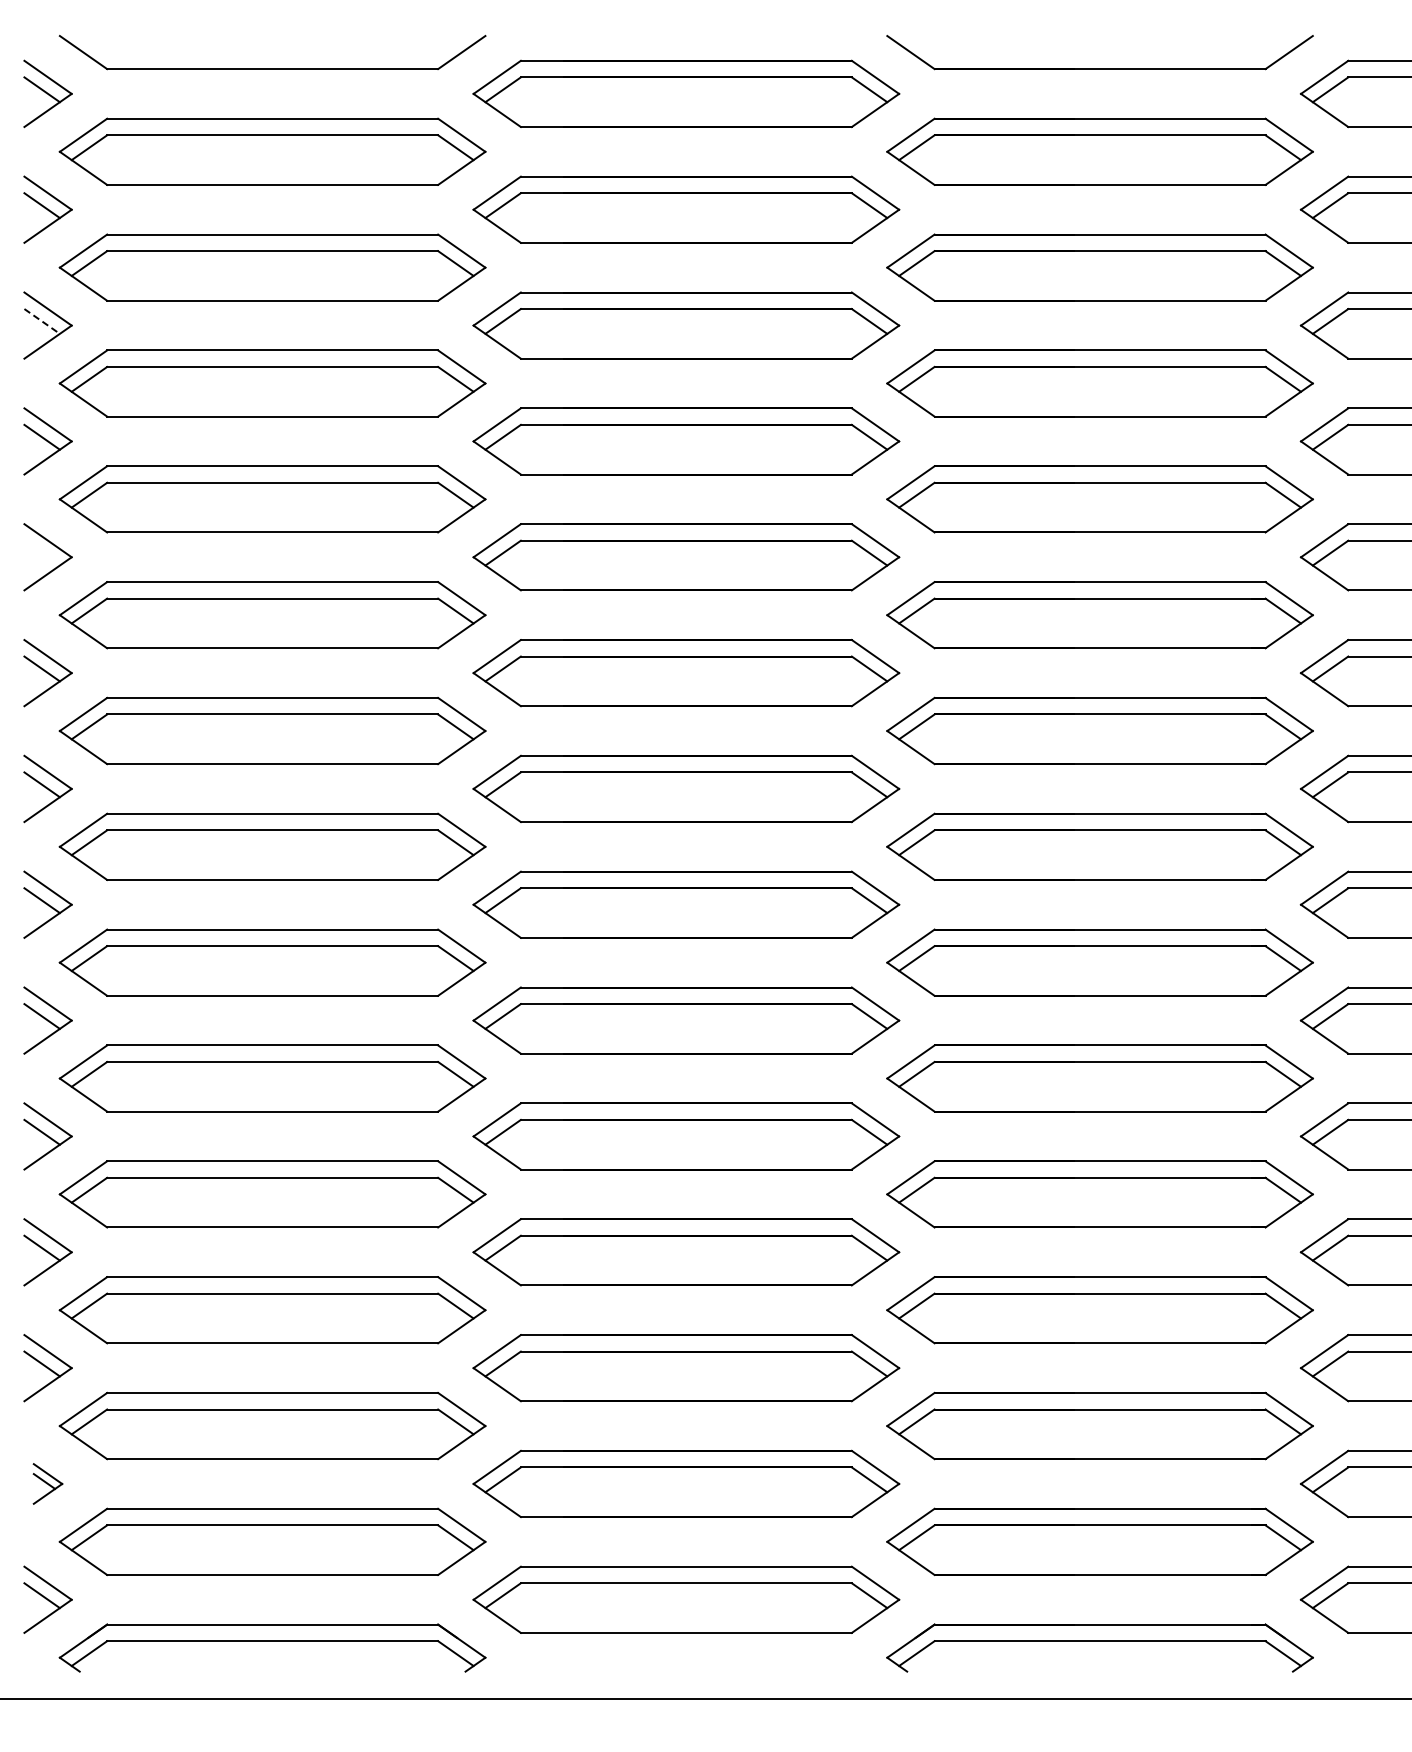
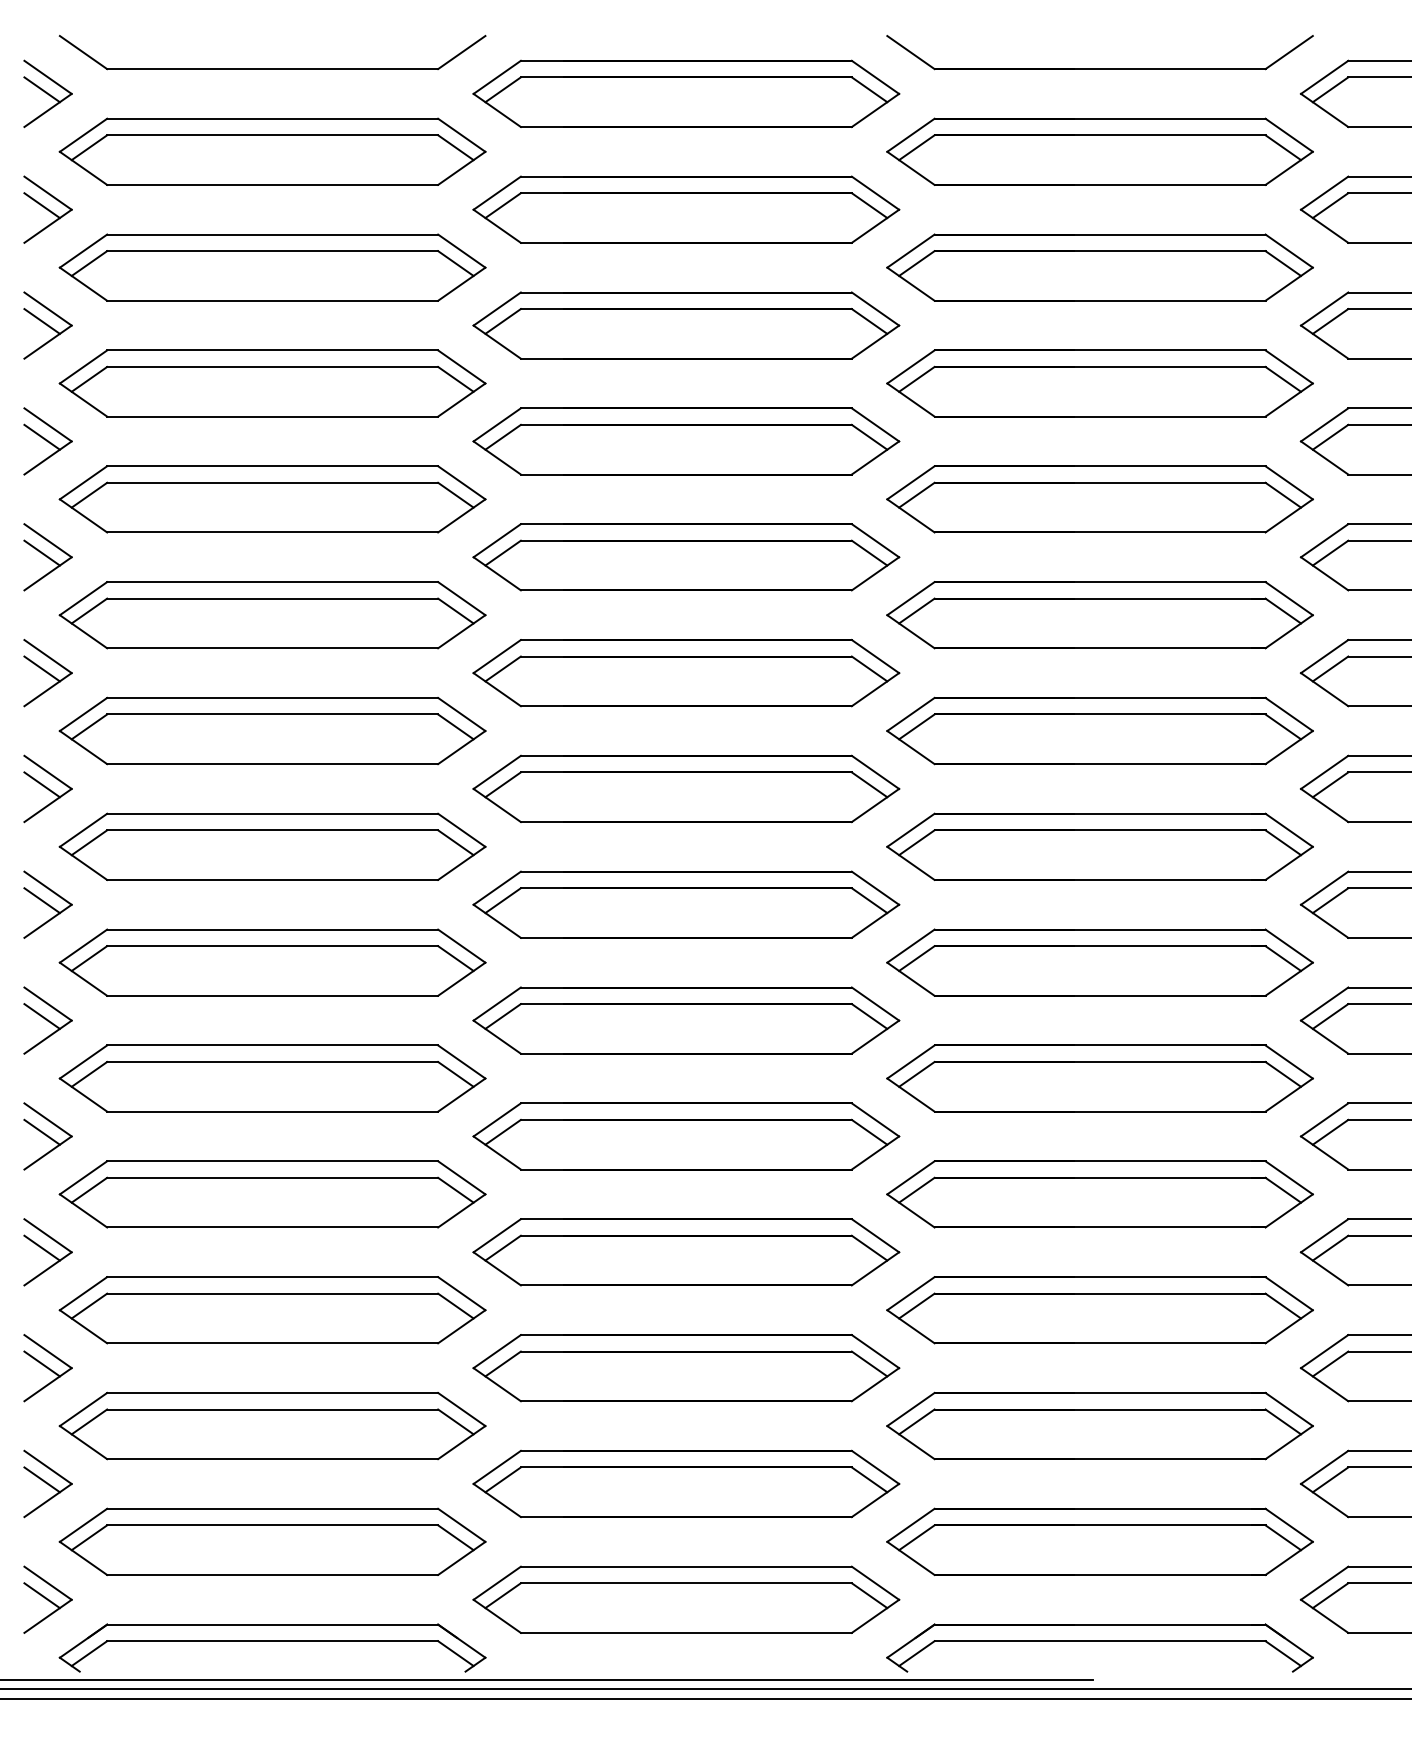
line at (42, 321): dashed -> solid
line at (41, 552): none -> present
part at (47, 1483) size: 32x42 px -> 50x70 px
line at (547, 1679): none -> present
line at (705, 1688): none -> present
